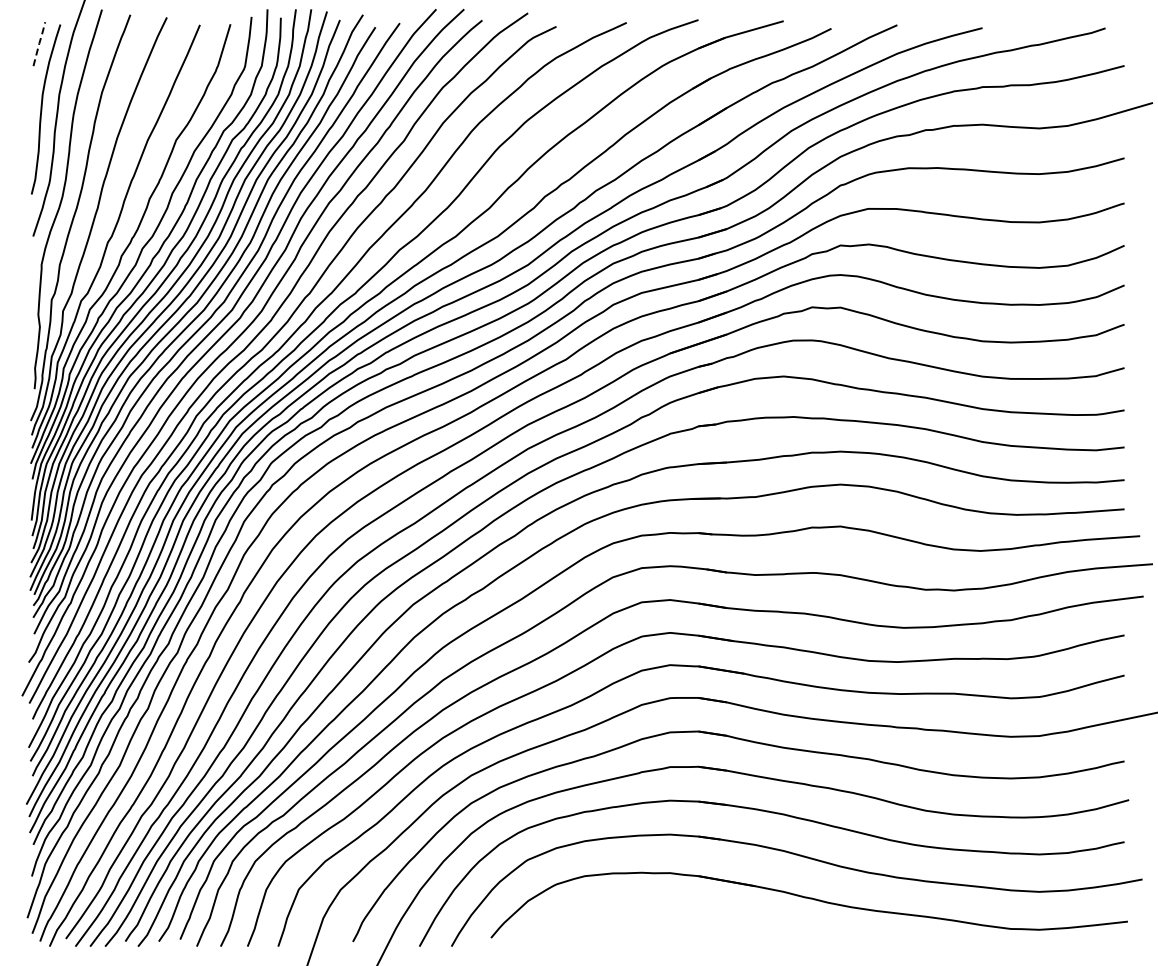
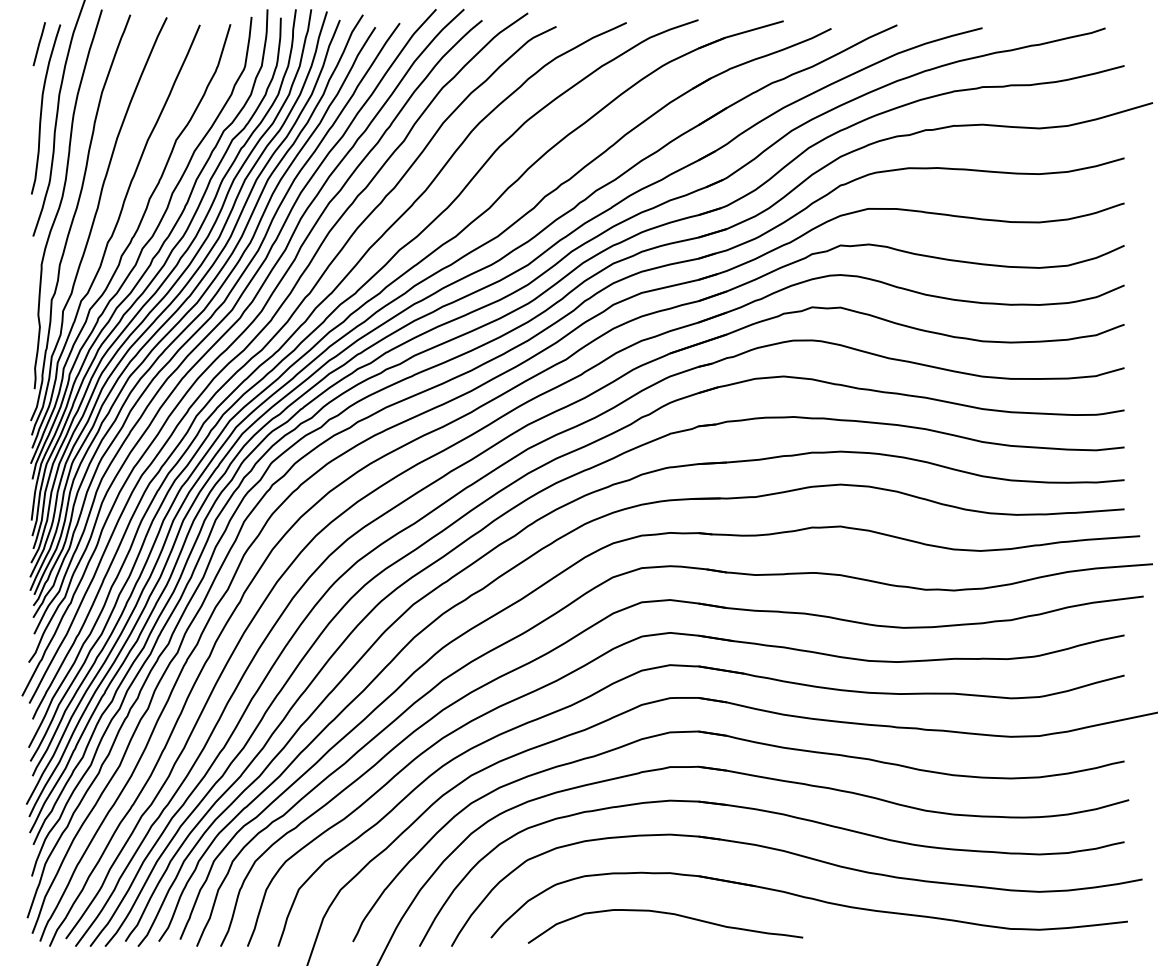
line at (39, 43): dashed -> solid
curve at (667, 914): none -> present
